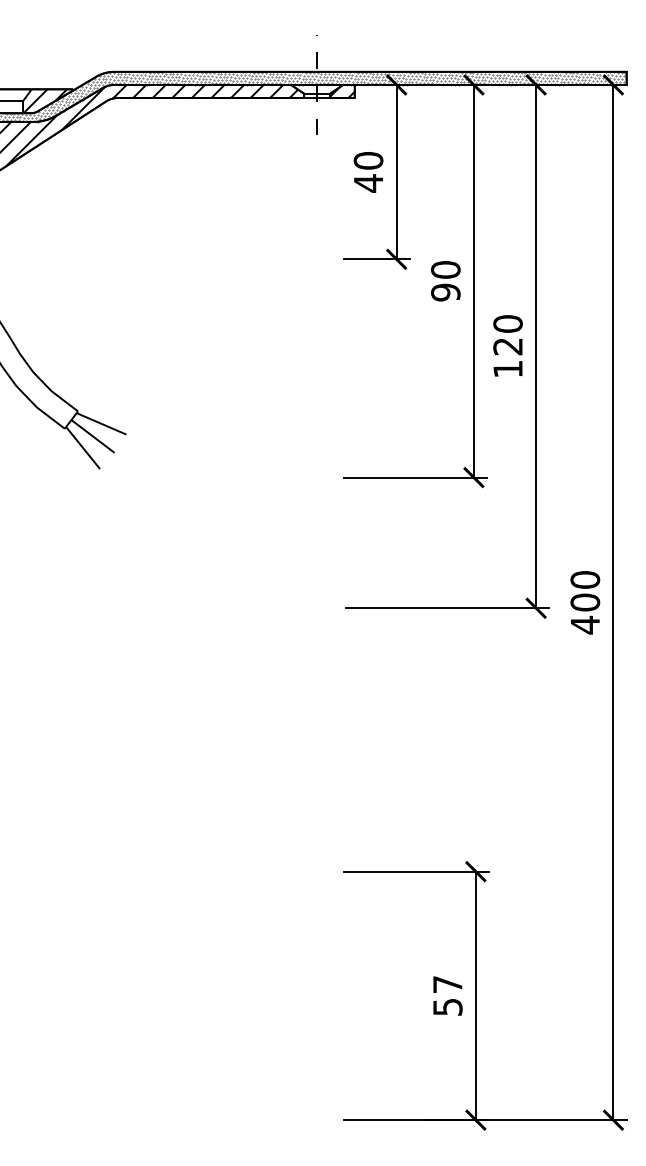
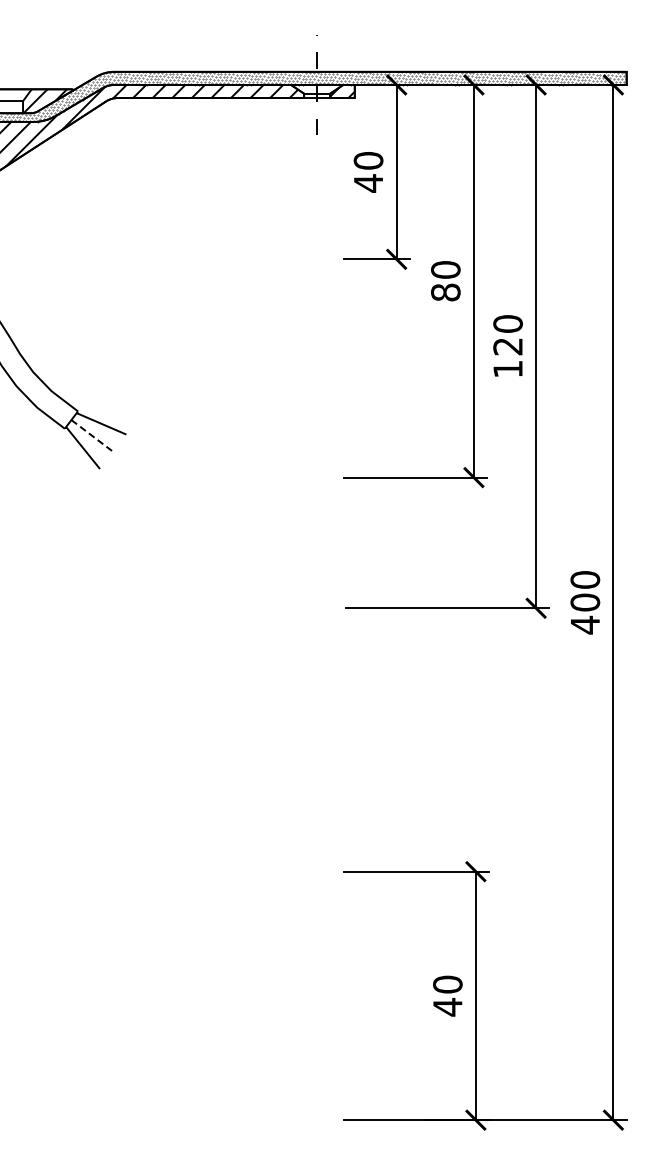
text at (445, 292): 90 -> 80
line at (93, 436): solid -> dashed
text at (447, 995): 57 -> 40
